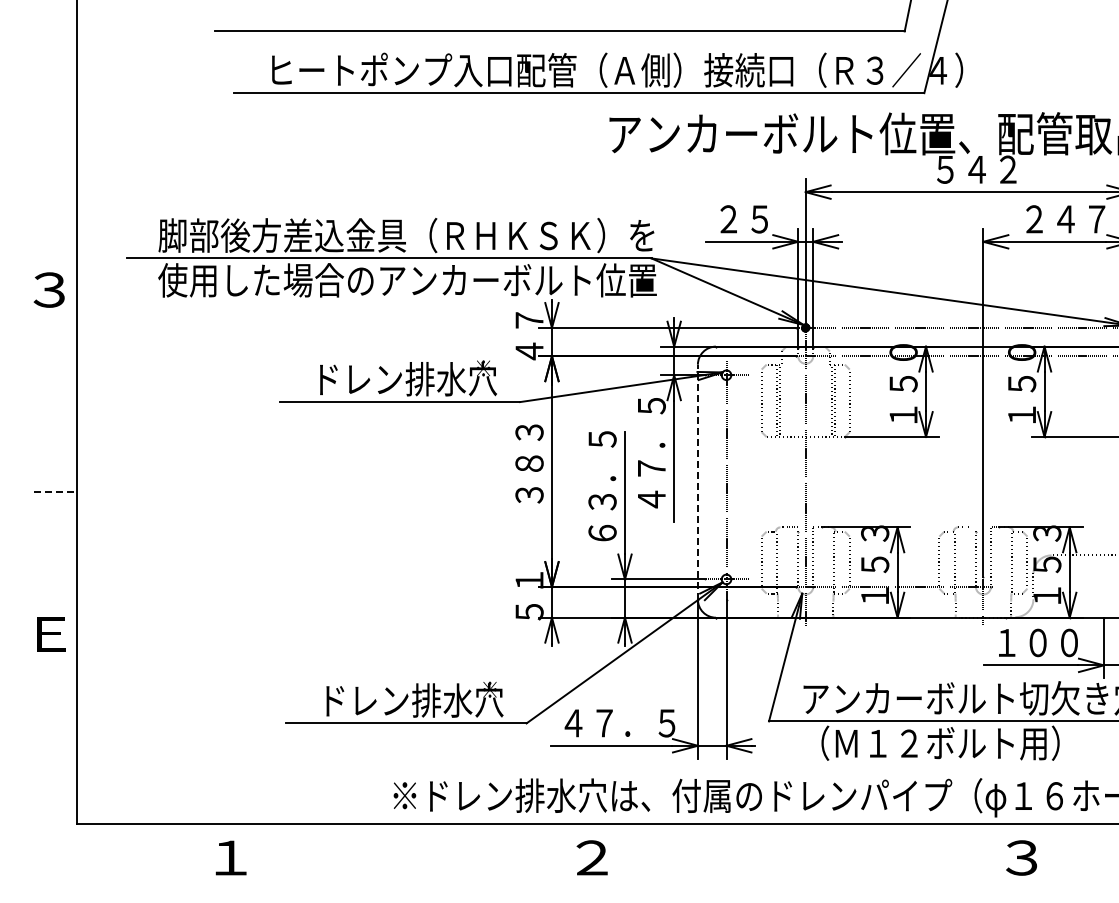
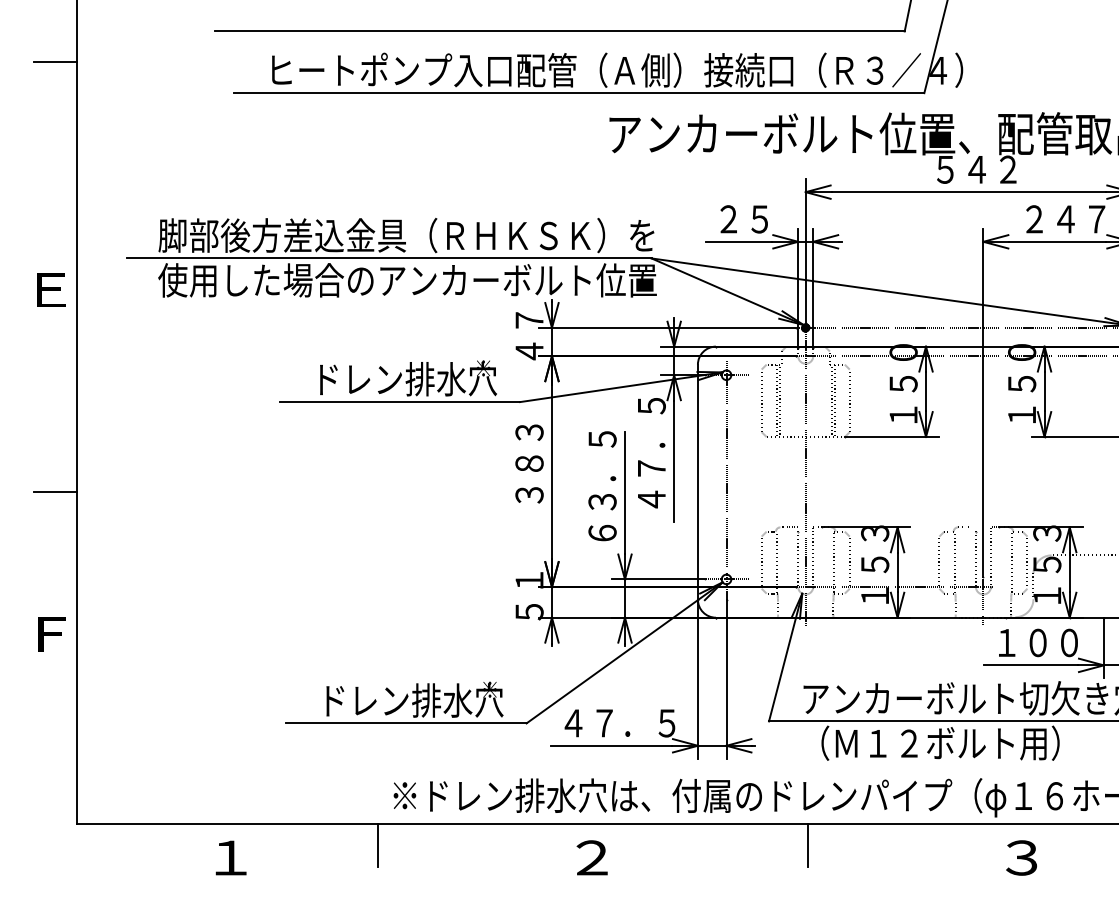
line at (54, 62): none -> present
text at (49, 289): ３ -> Ｅ
line at (697, 481): dashed -> solid
line at (55, 492): dashed -> solid
text at (51, 634): Ｅ -> Ｆ
line at (377, 844): none -> present
line at (808, 844): none -> present
